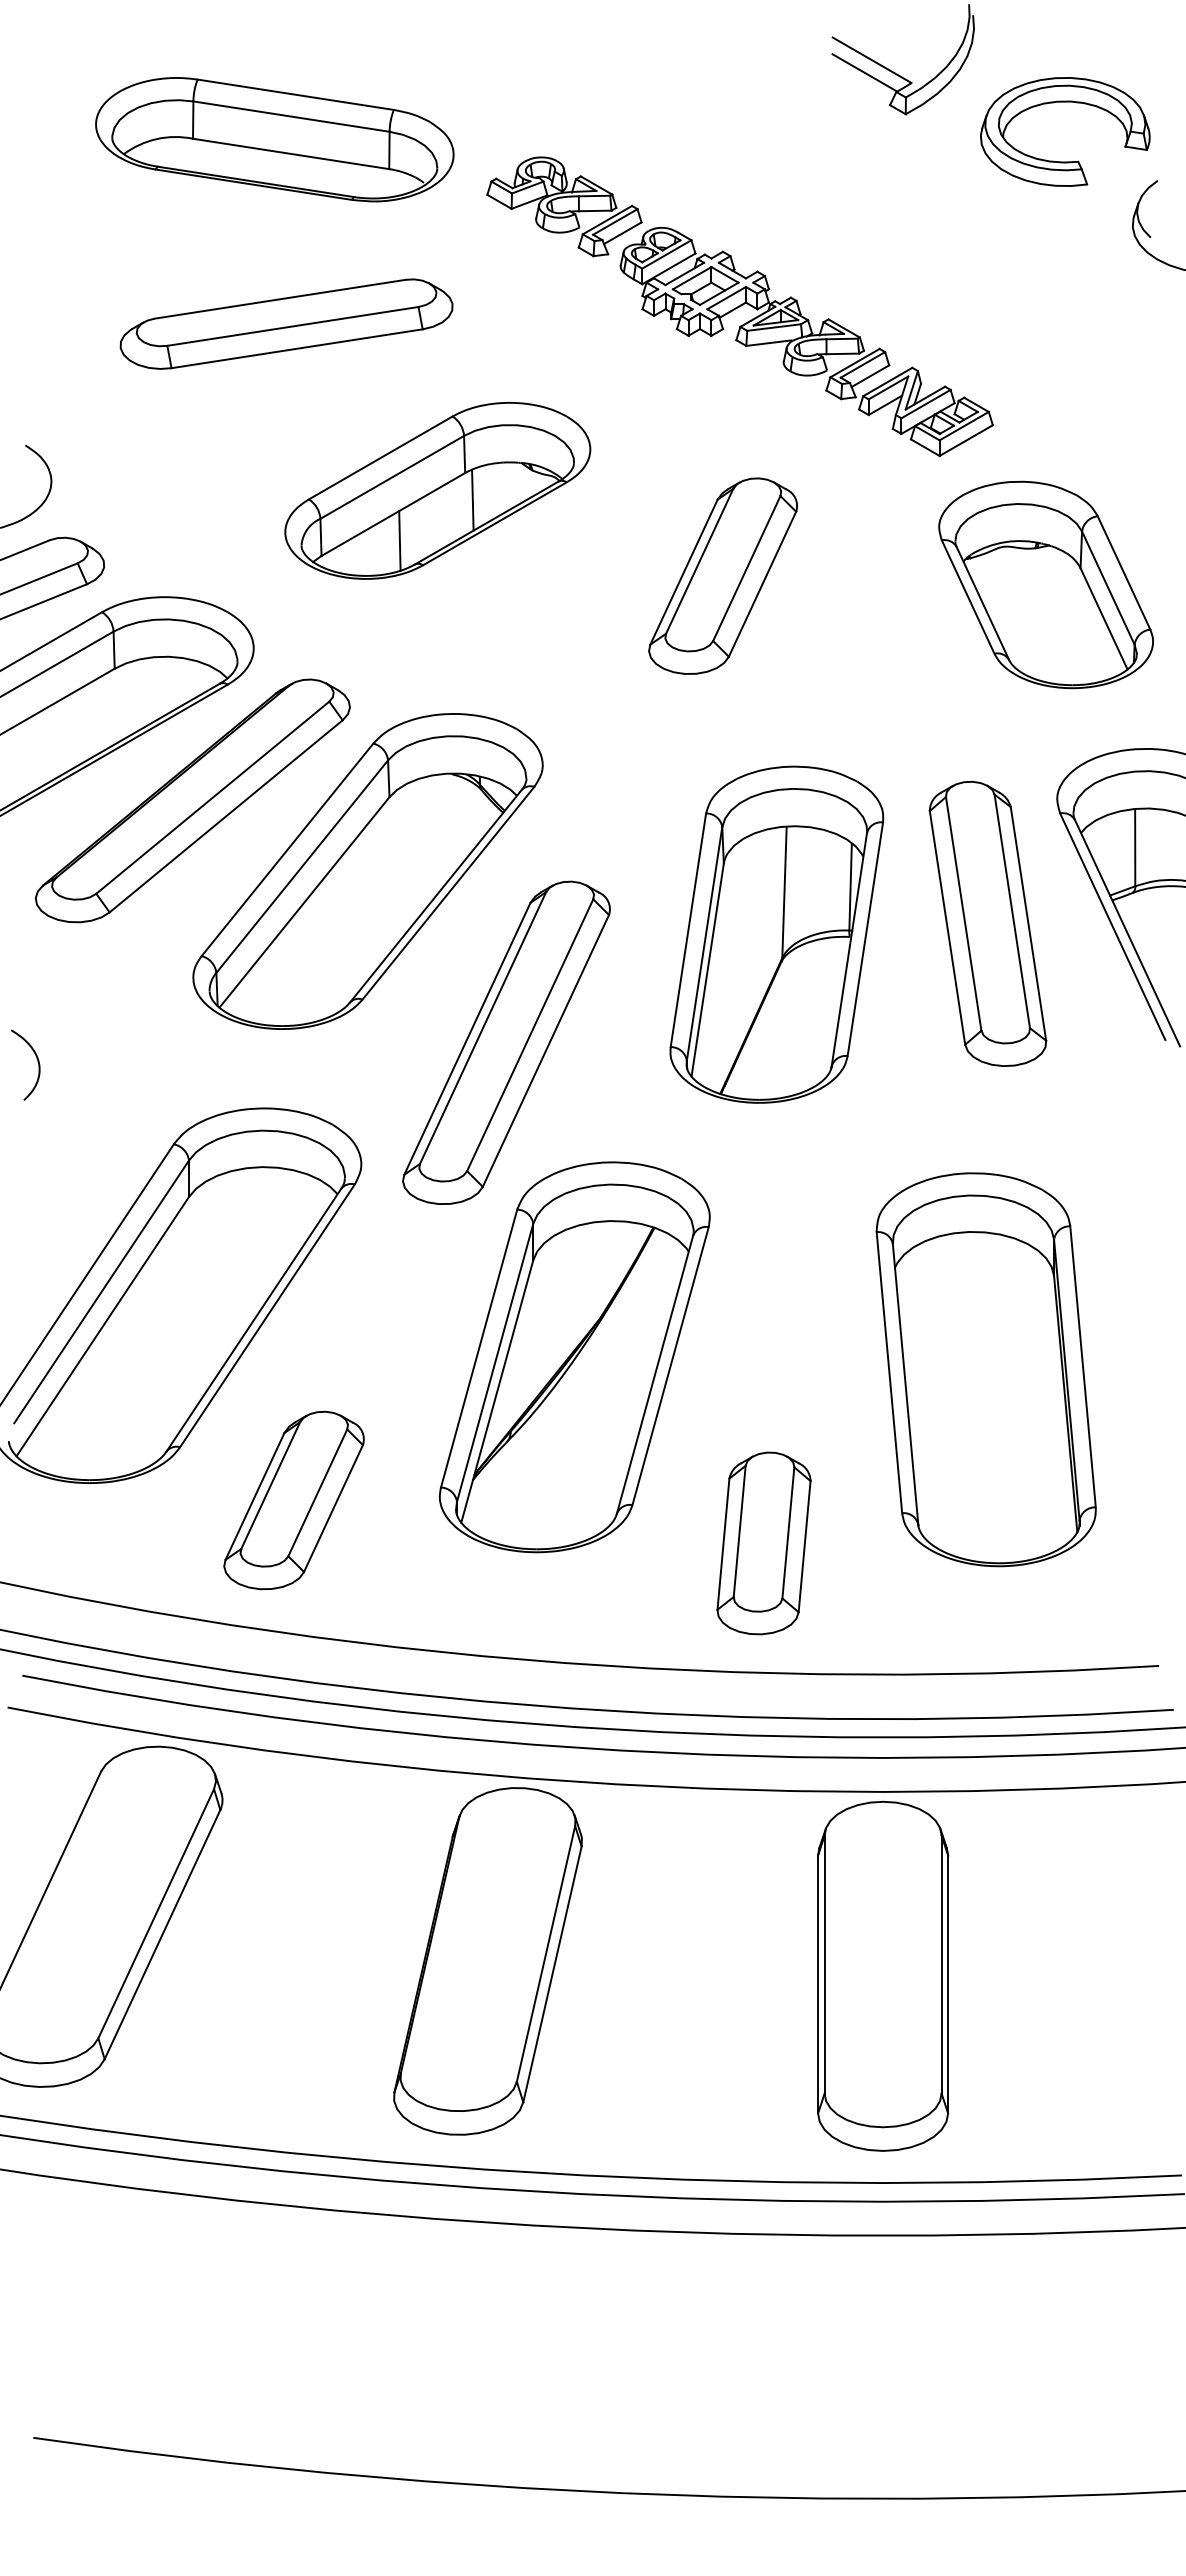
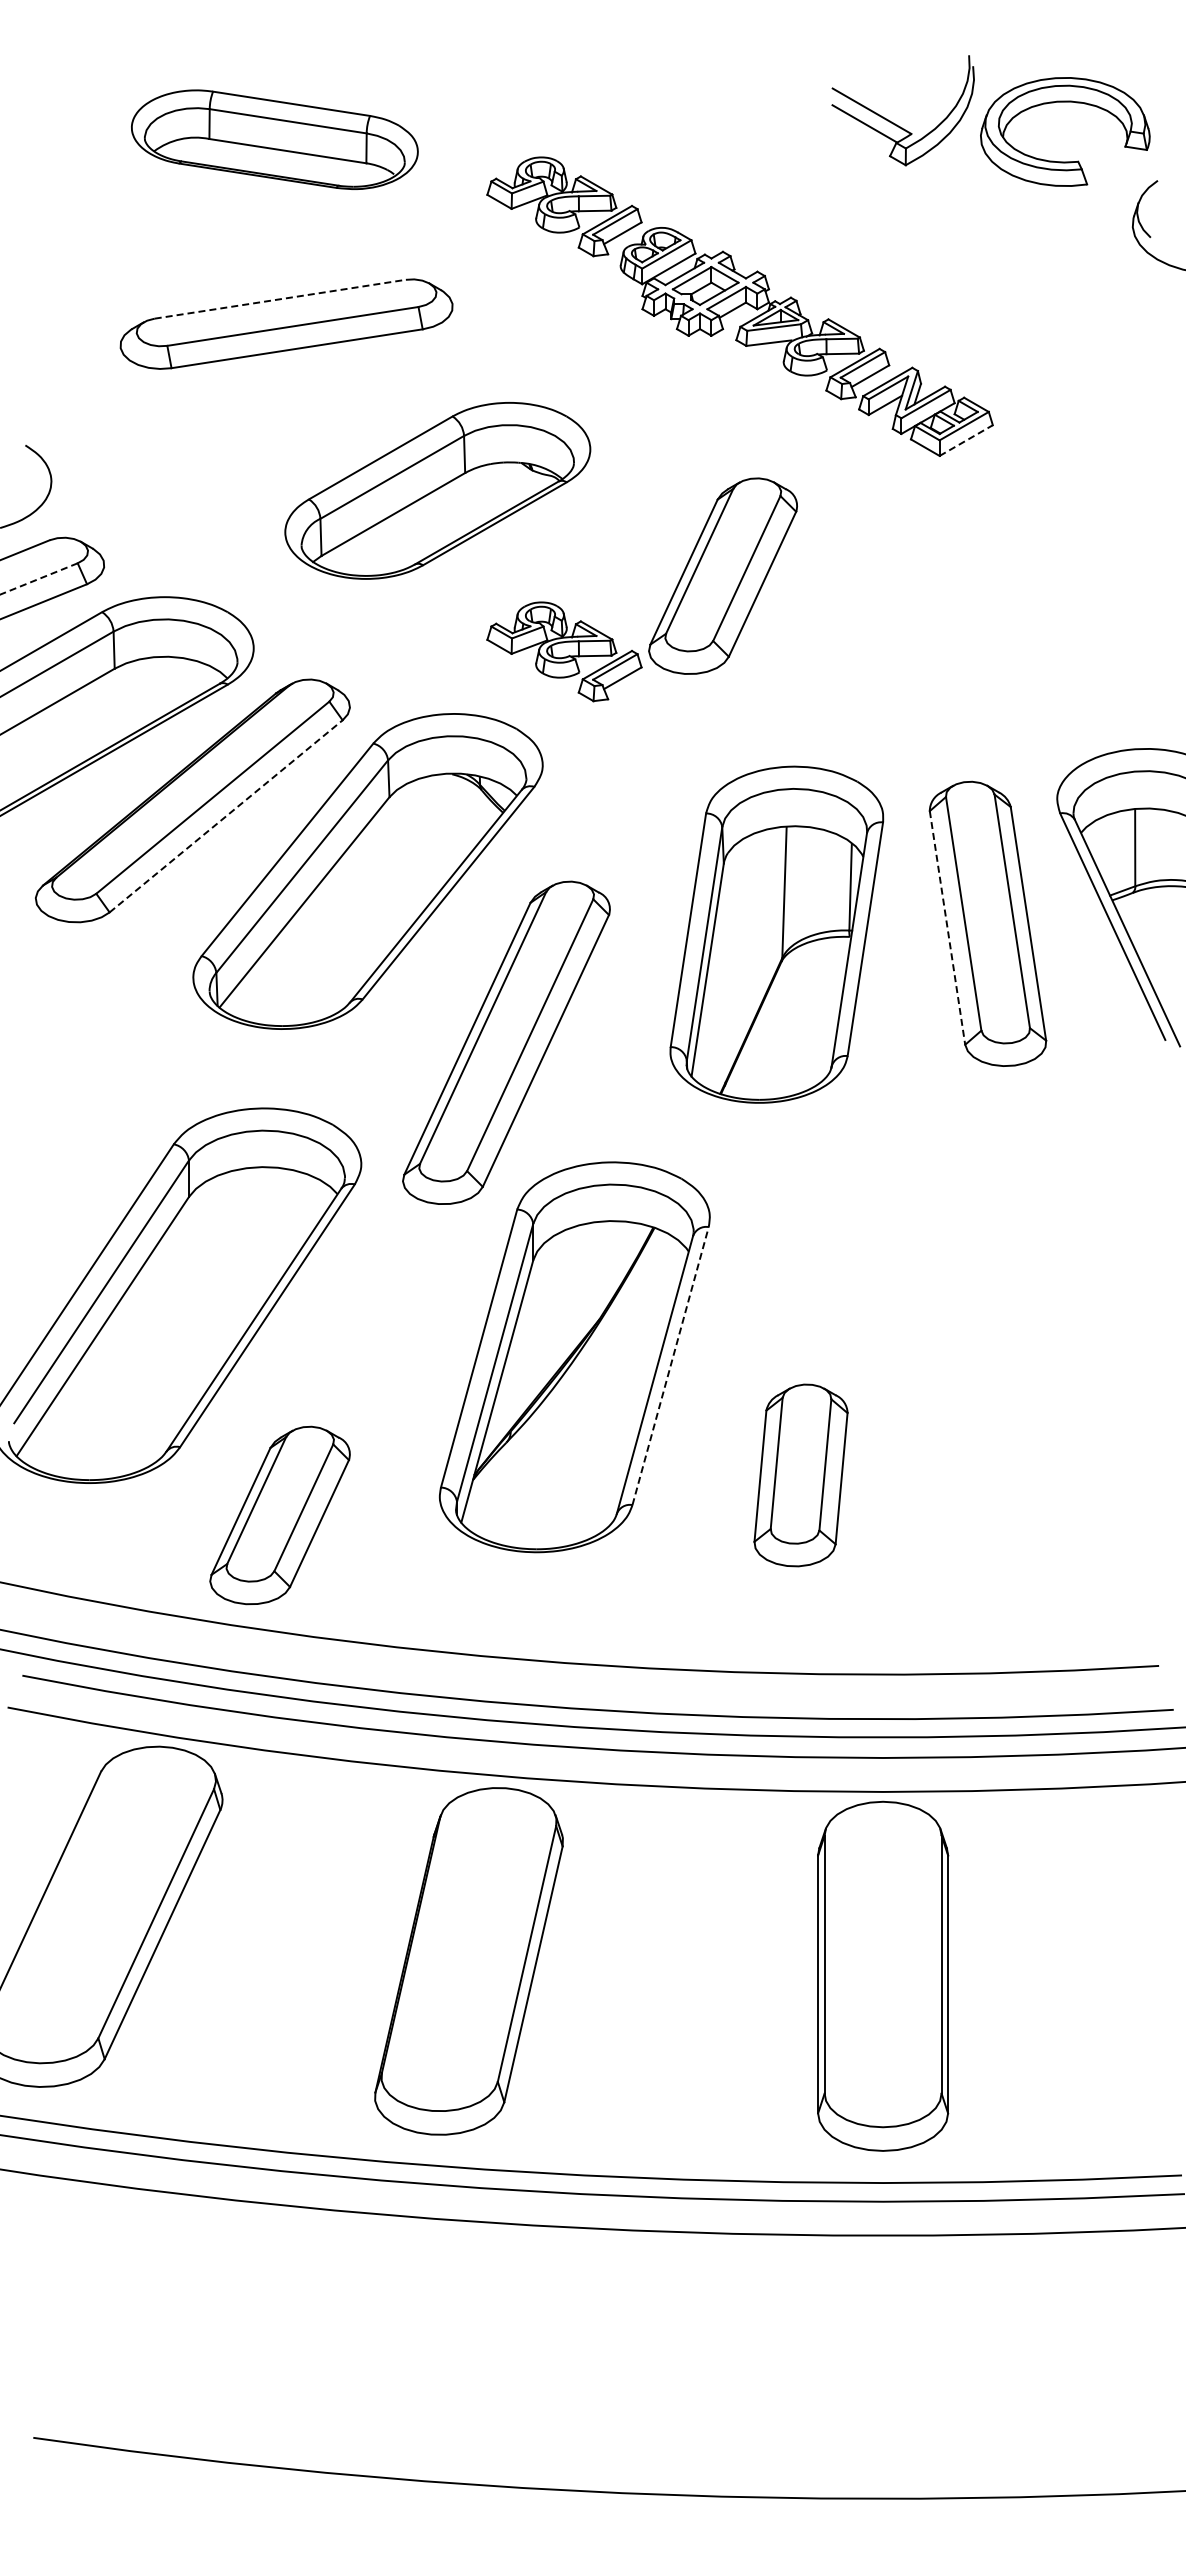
part at (895, 72) position: (895, 72) -> (895, 123)
part at (274, 139) size: 360x126 px -> 288x101 px
line at (280, 299): solid -> dashed
line at (966, 440): solid -> dashed
line at (472, 500): present -> none
line at (399, 540): present -> none
line at (38, 579): solid -> dashed
part at (1045, 584): present -> none
part at (564, 651): none -> present
line at (226, 816): solid -> dashed
line at (947, 928): solid -> dashed
curve at (37, 1062): present -> none
line at (670, 1365): solid -> dashed
part at (985, 1369): present -> none
part at (293, 1500) position: (293, 1500) -> (279, 1515)
part at (763, 1543) position: (763, 1543) -> (800, 1475)
part at (487, 1961) position: (487, 1961) -> (468, 1961)
